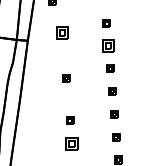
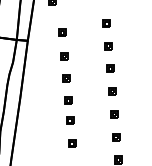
part at (62, 32) size: 13x14 px -> 9x9 px
part at (108, 45) size: 13x14 px -> 9x9 px
part at (64, 56): none -> present
part at (68, 100): none -> present
part at (71, 143) size: 14x14 px -> 9x9 px
